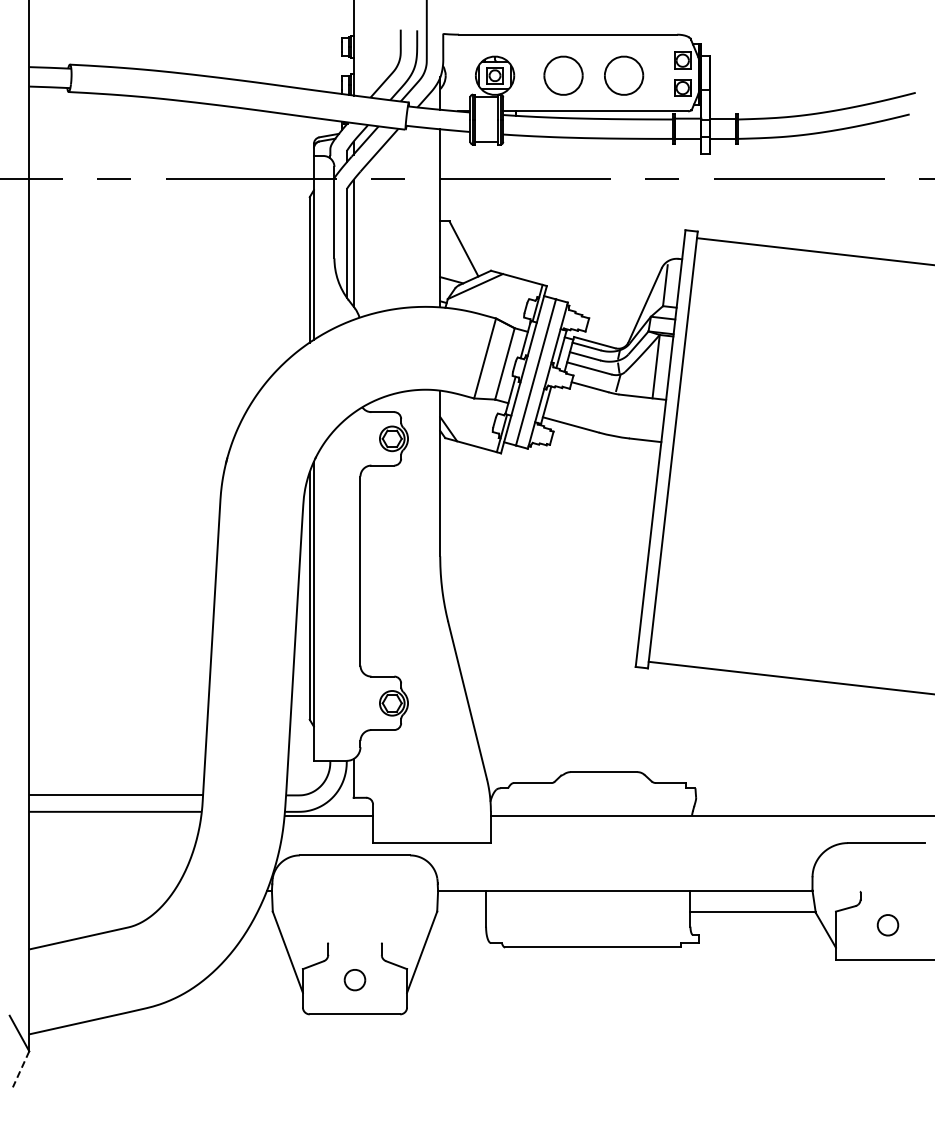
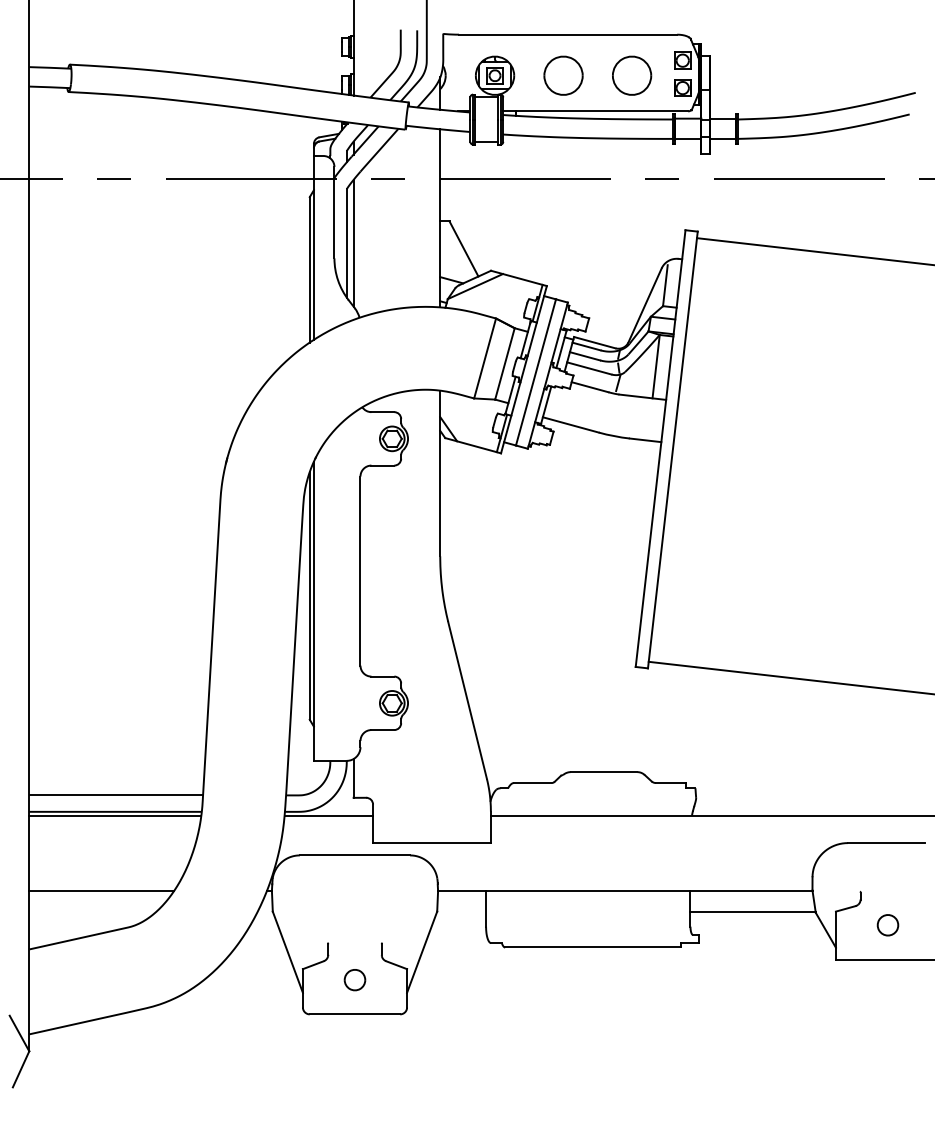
part at (624, 75) position: (624, 75) -> (632, 75)
line at (115, 815): none -> present
line at (101, 891): none -> present
line at (21, 1069): dashed -> solid
